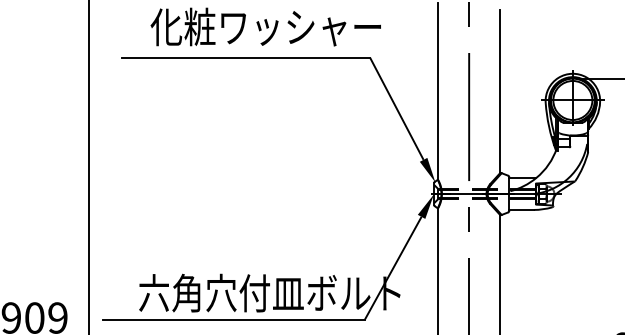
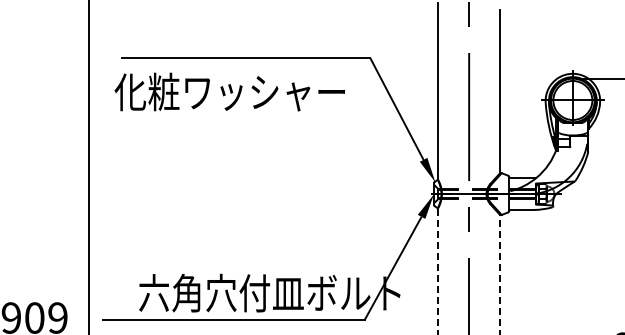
text at (265, 26) position: (265, 26) -> (229, 91)
line at (438, 271): solid -> dashed
line at (500, 274): solid -> dashed
